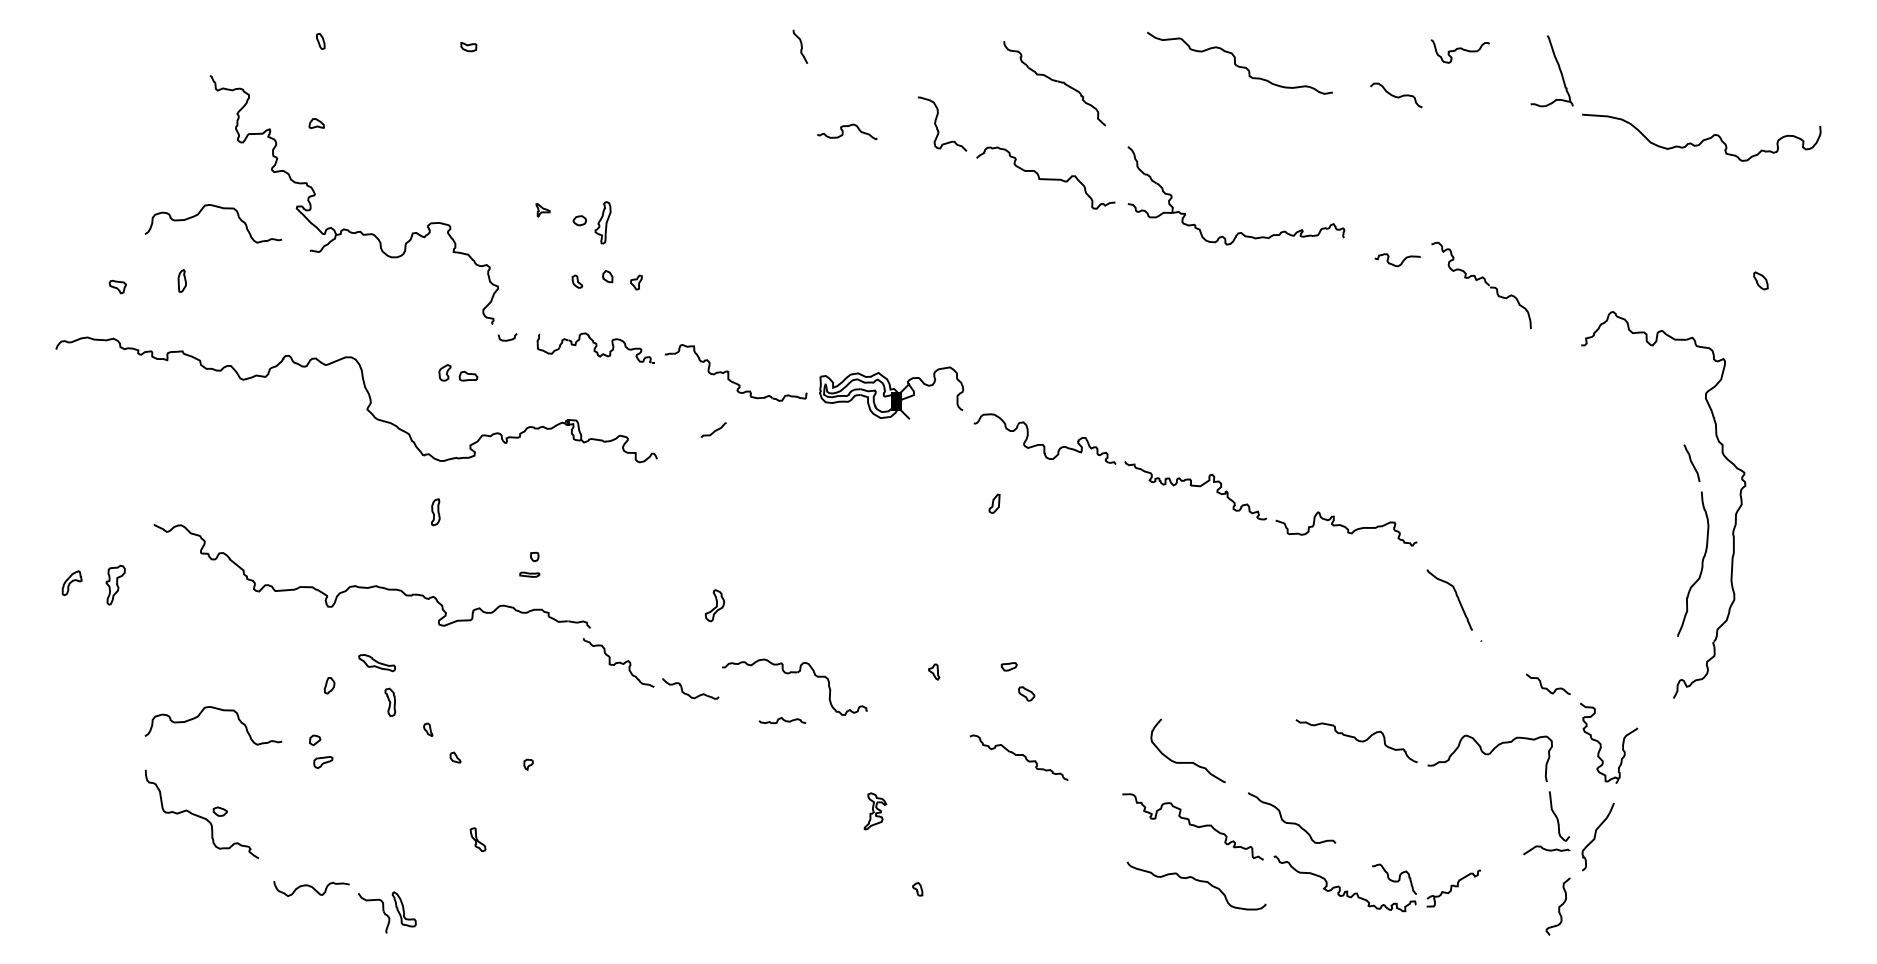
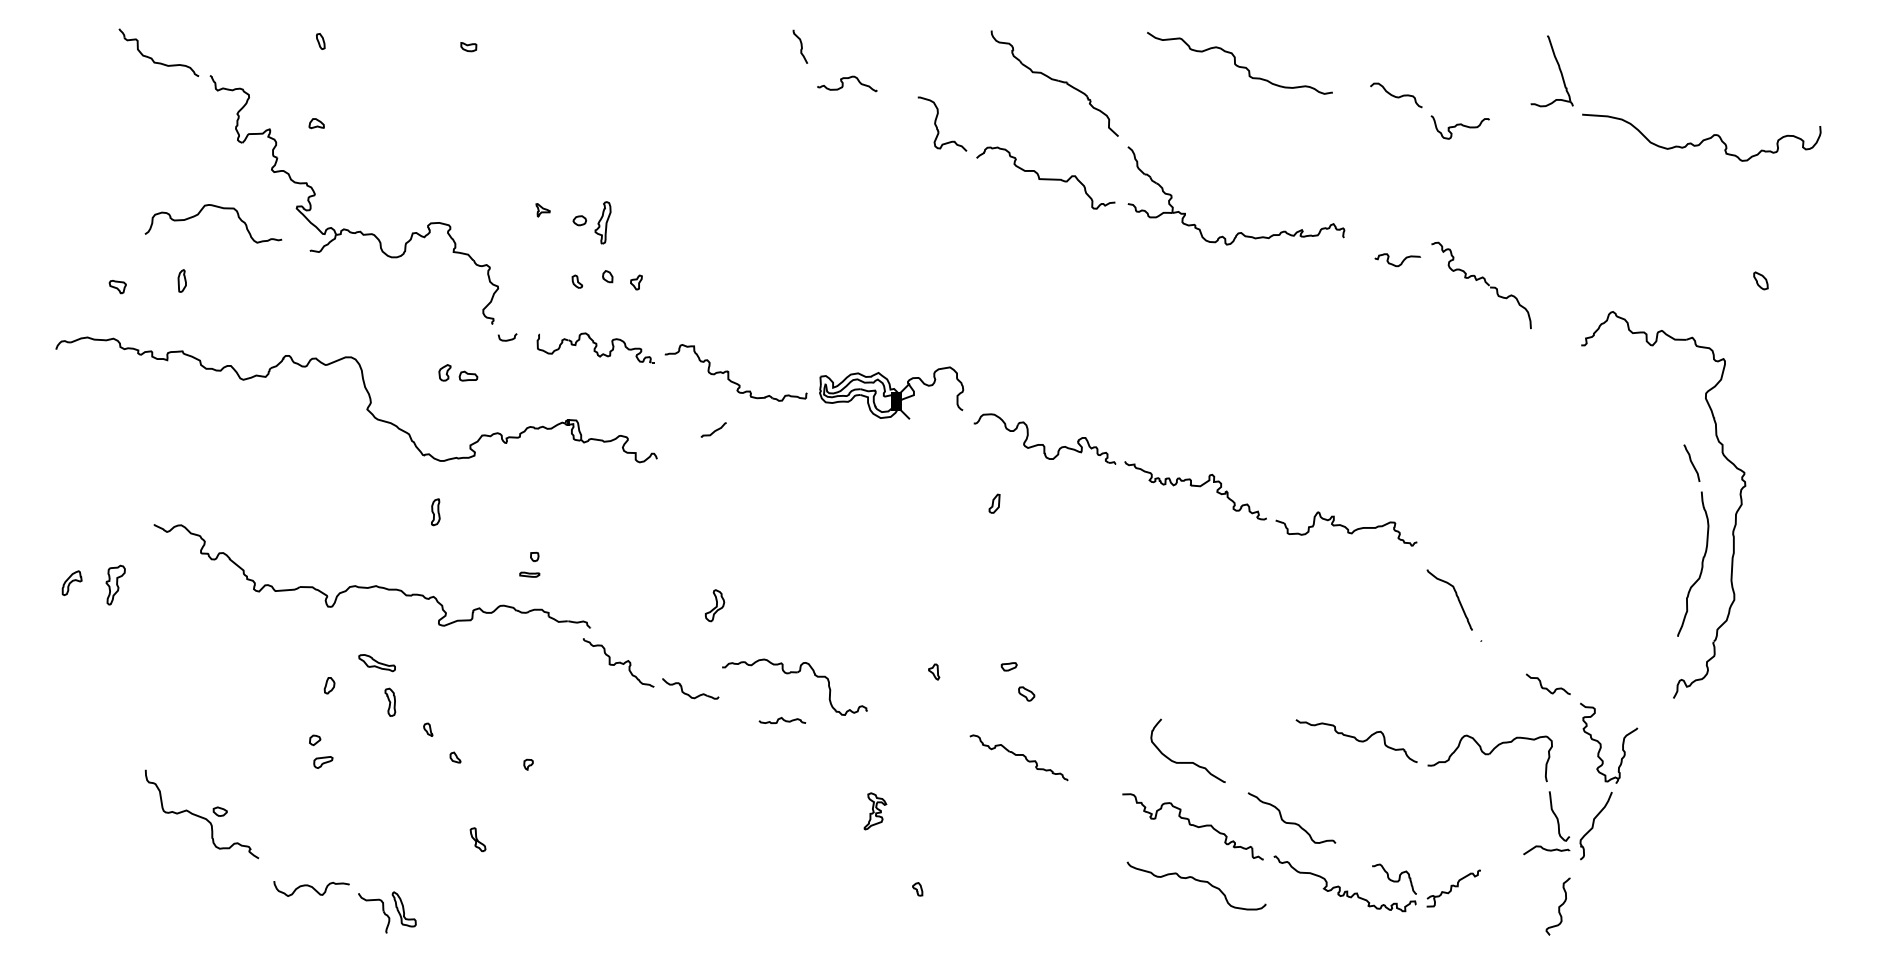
curve at (1459, 49) position: (1459, 49) -> (1459, 125)
part at (152, 58): none -> present
part at (1054, 83) size: 104x86 px -> 129x107 px
curve at (843, 131) position: (843, 131) -> (843, 83)
curve at (215, 709): present -> none
part at (1597, 836) position: (1597, 836) -> (1595, 825)
